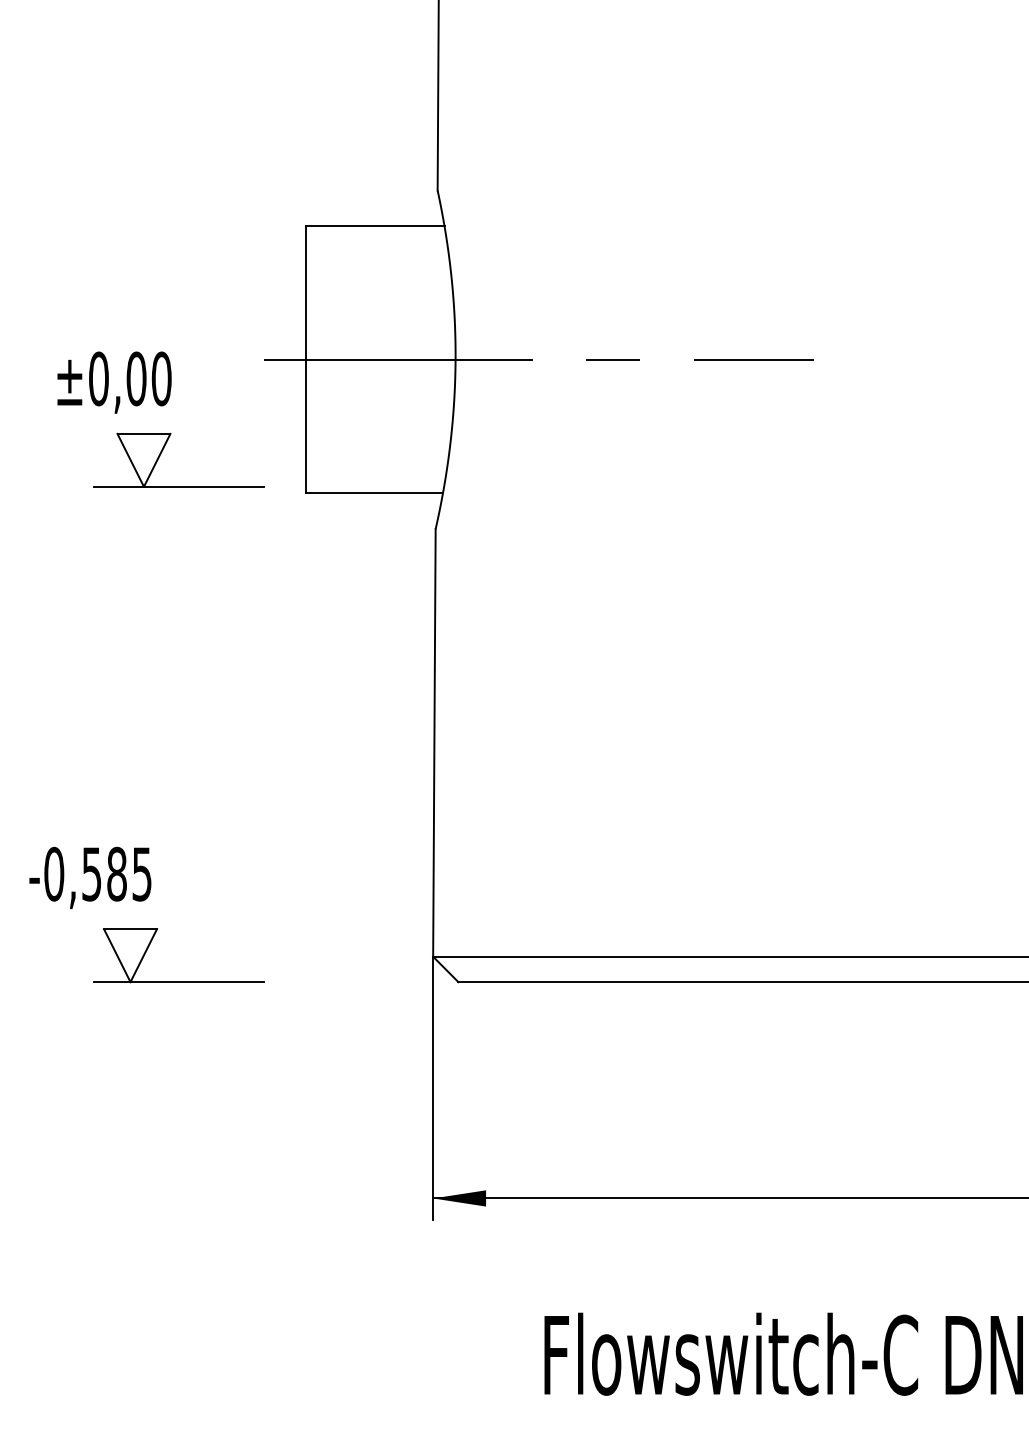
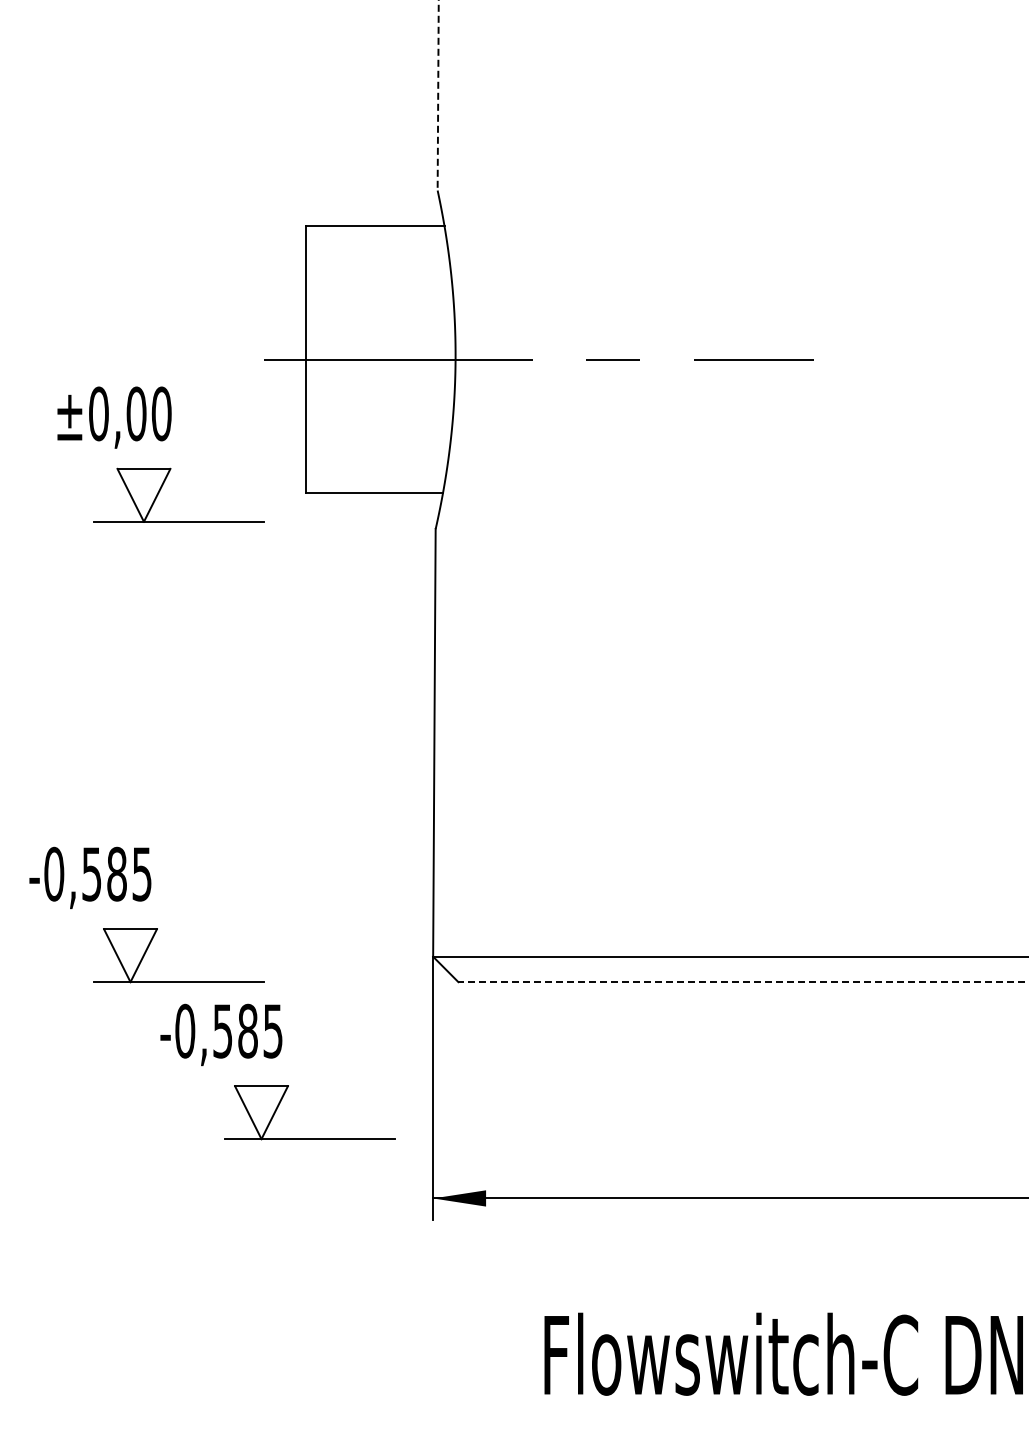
line at (438, 95): solid -> dashed
part at (160, 406) position: (160, 406) -> (160, 441)
line at (743, 982): solid -> dashed
part at (274, 1058): none -> present
